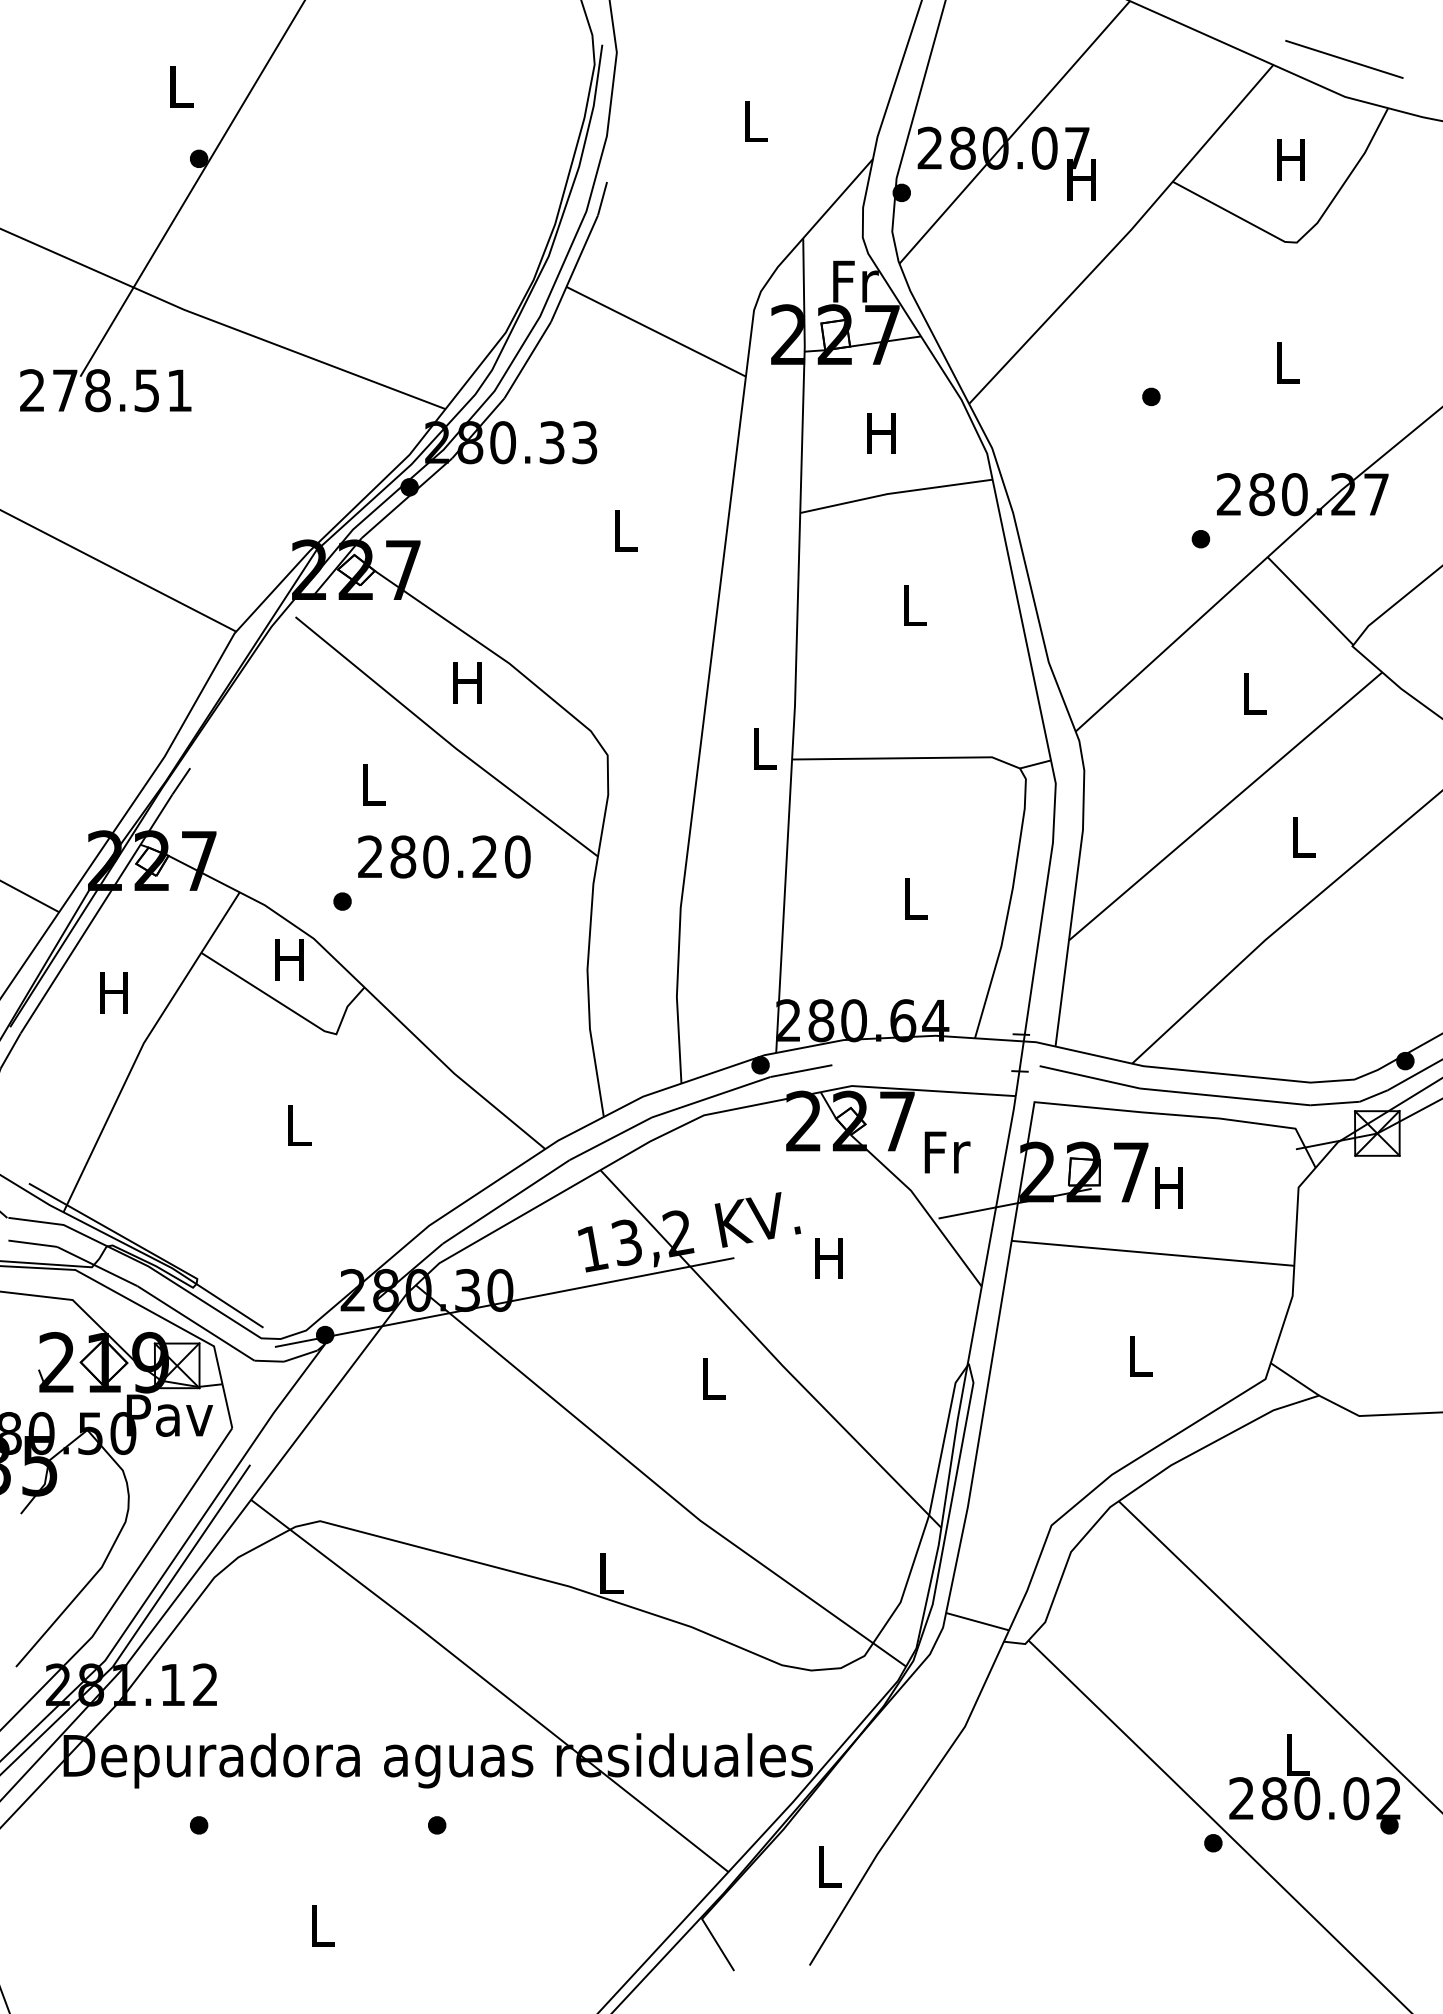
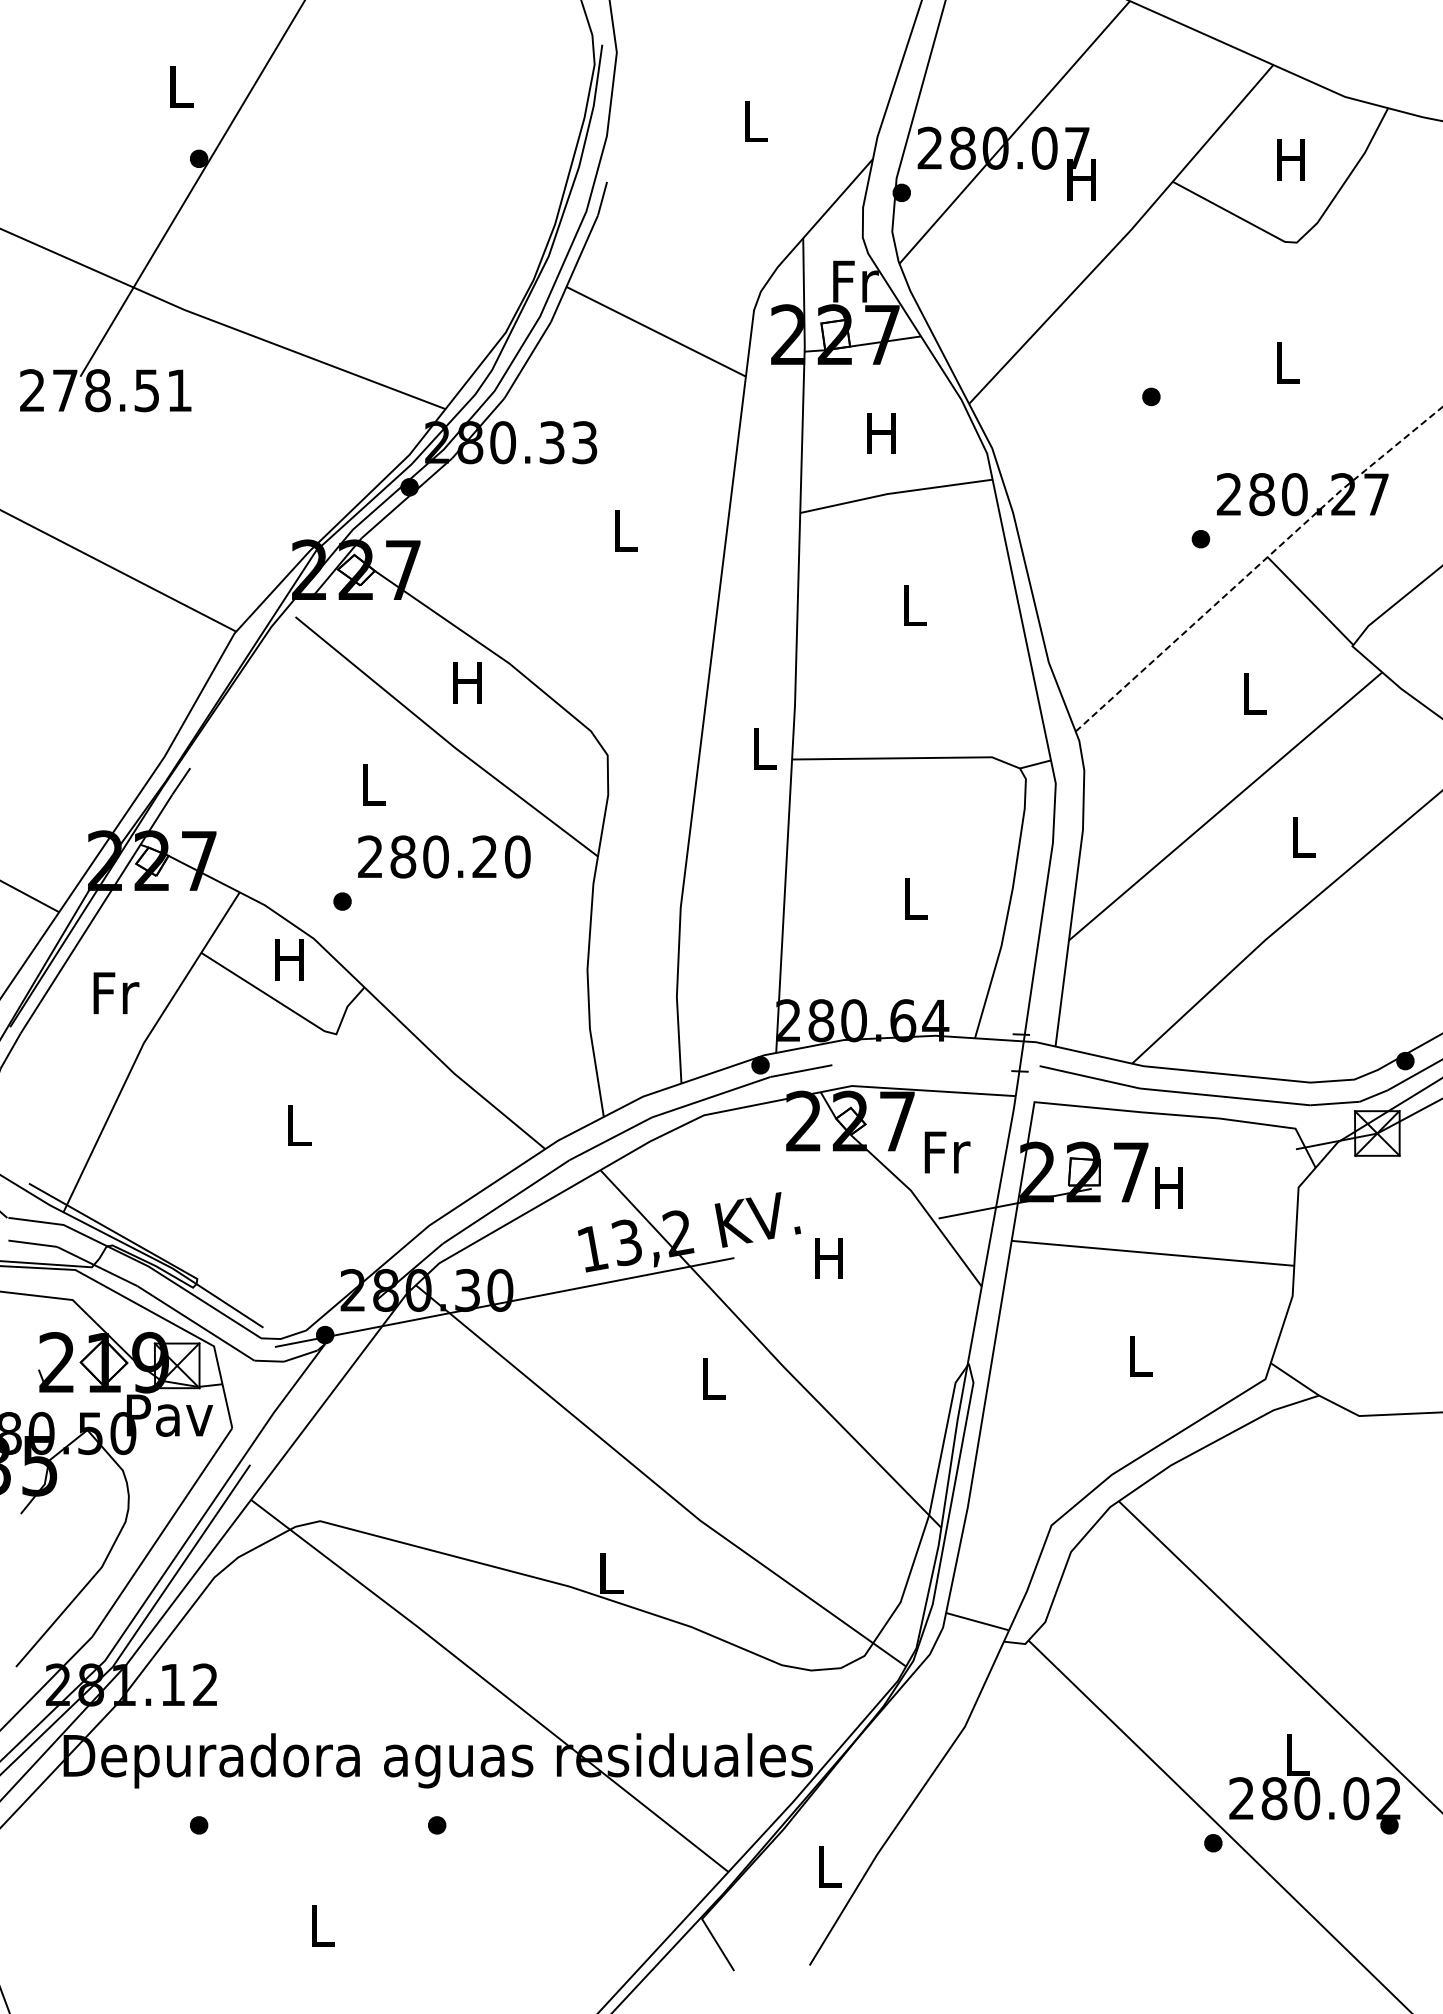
line at (1344, 59): present -> none
line at (1257, 566): solid -> dashed
text at (116, 993): H -> Fr
